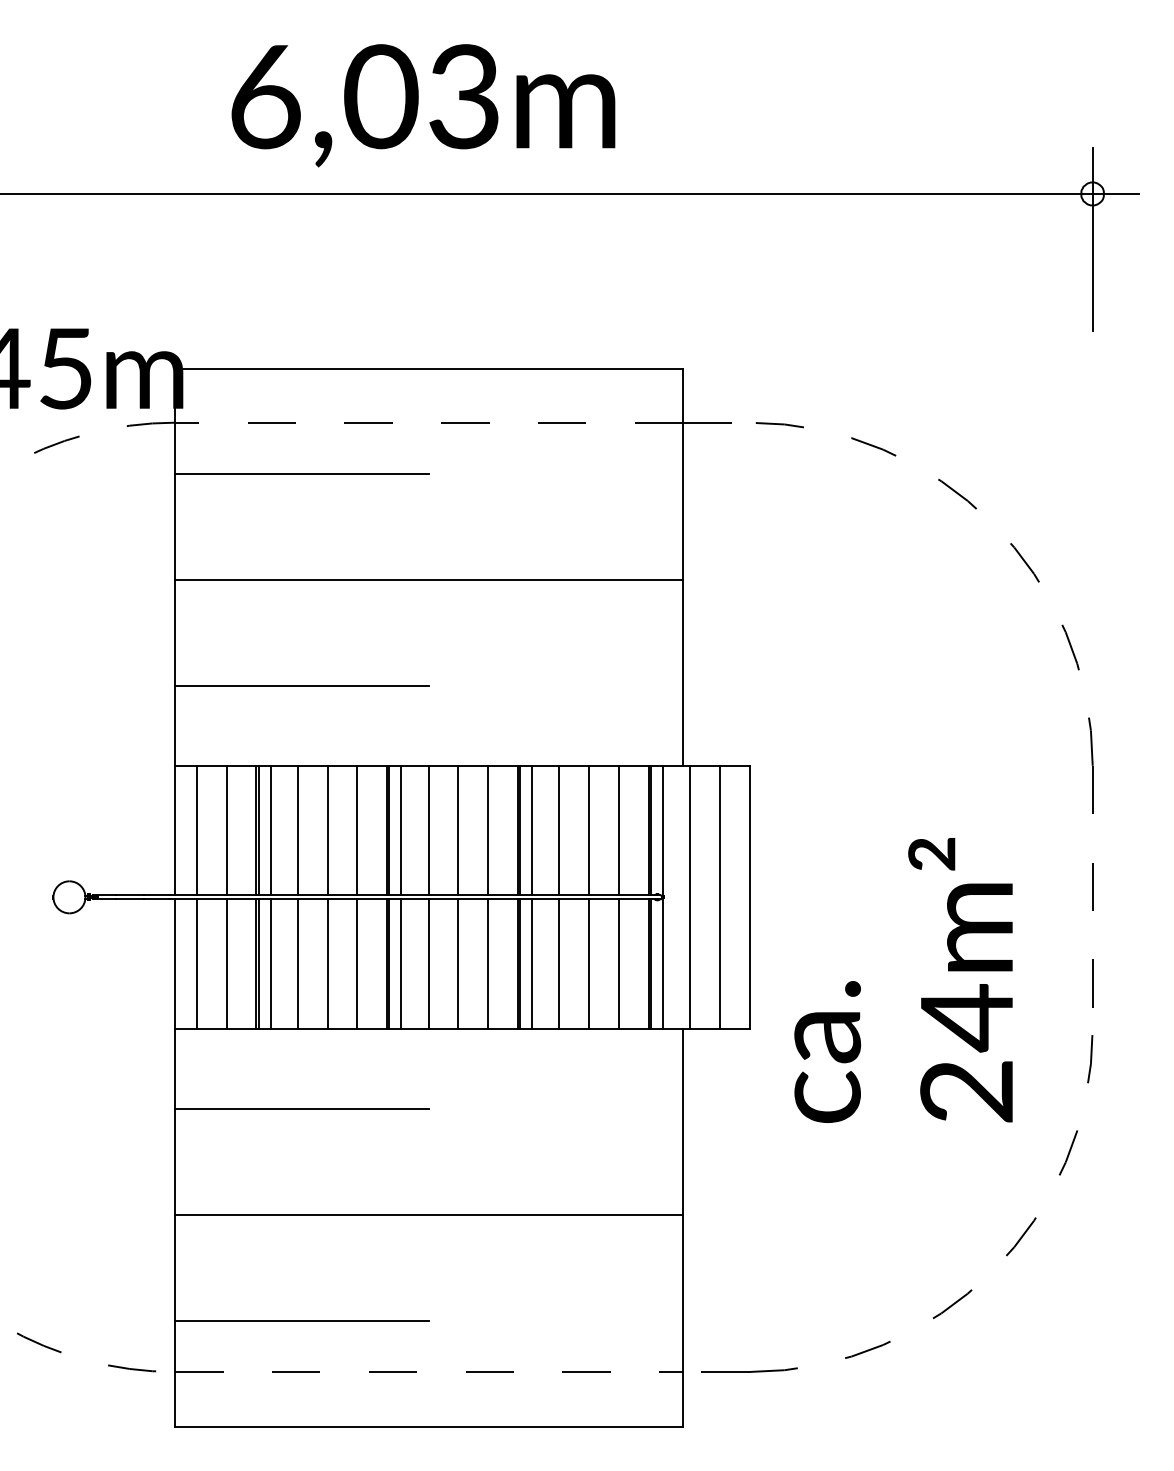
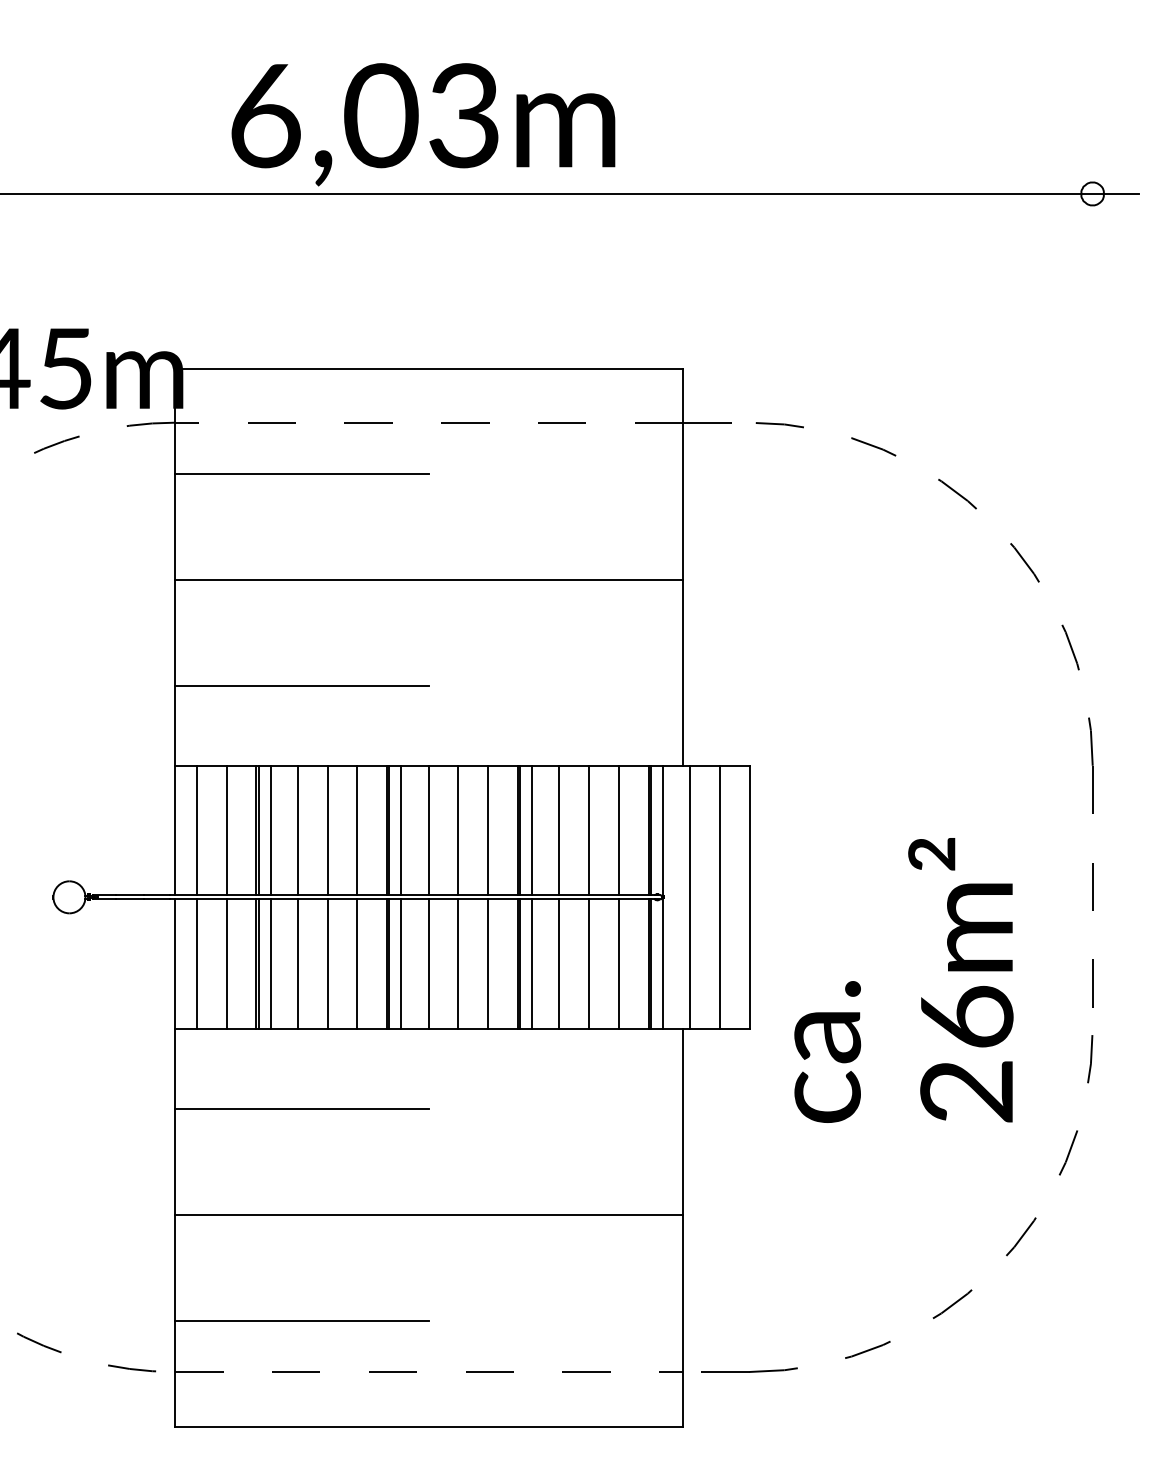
text at (423, 105) position: (423, 105) -> (423, 124)
line at (1092, 239): present -> none
text at (967, 1018): 24m² -> 26m²
